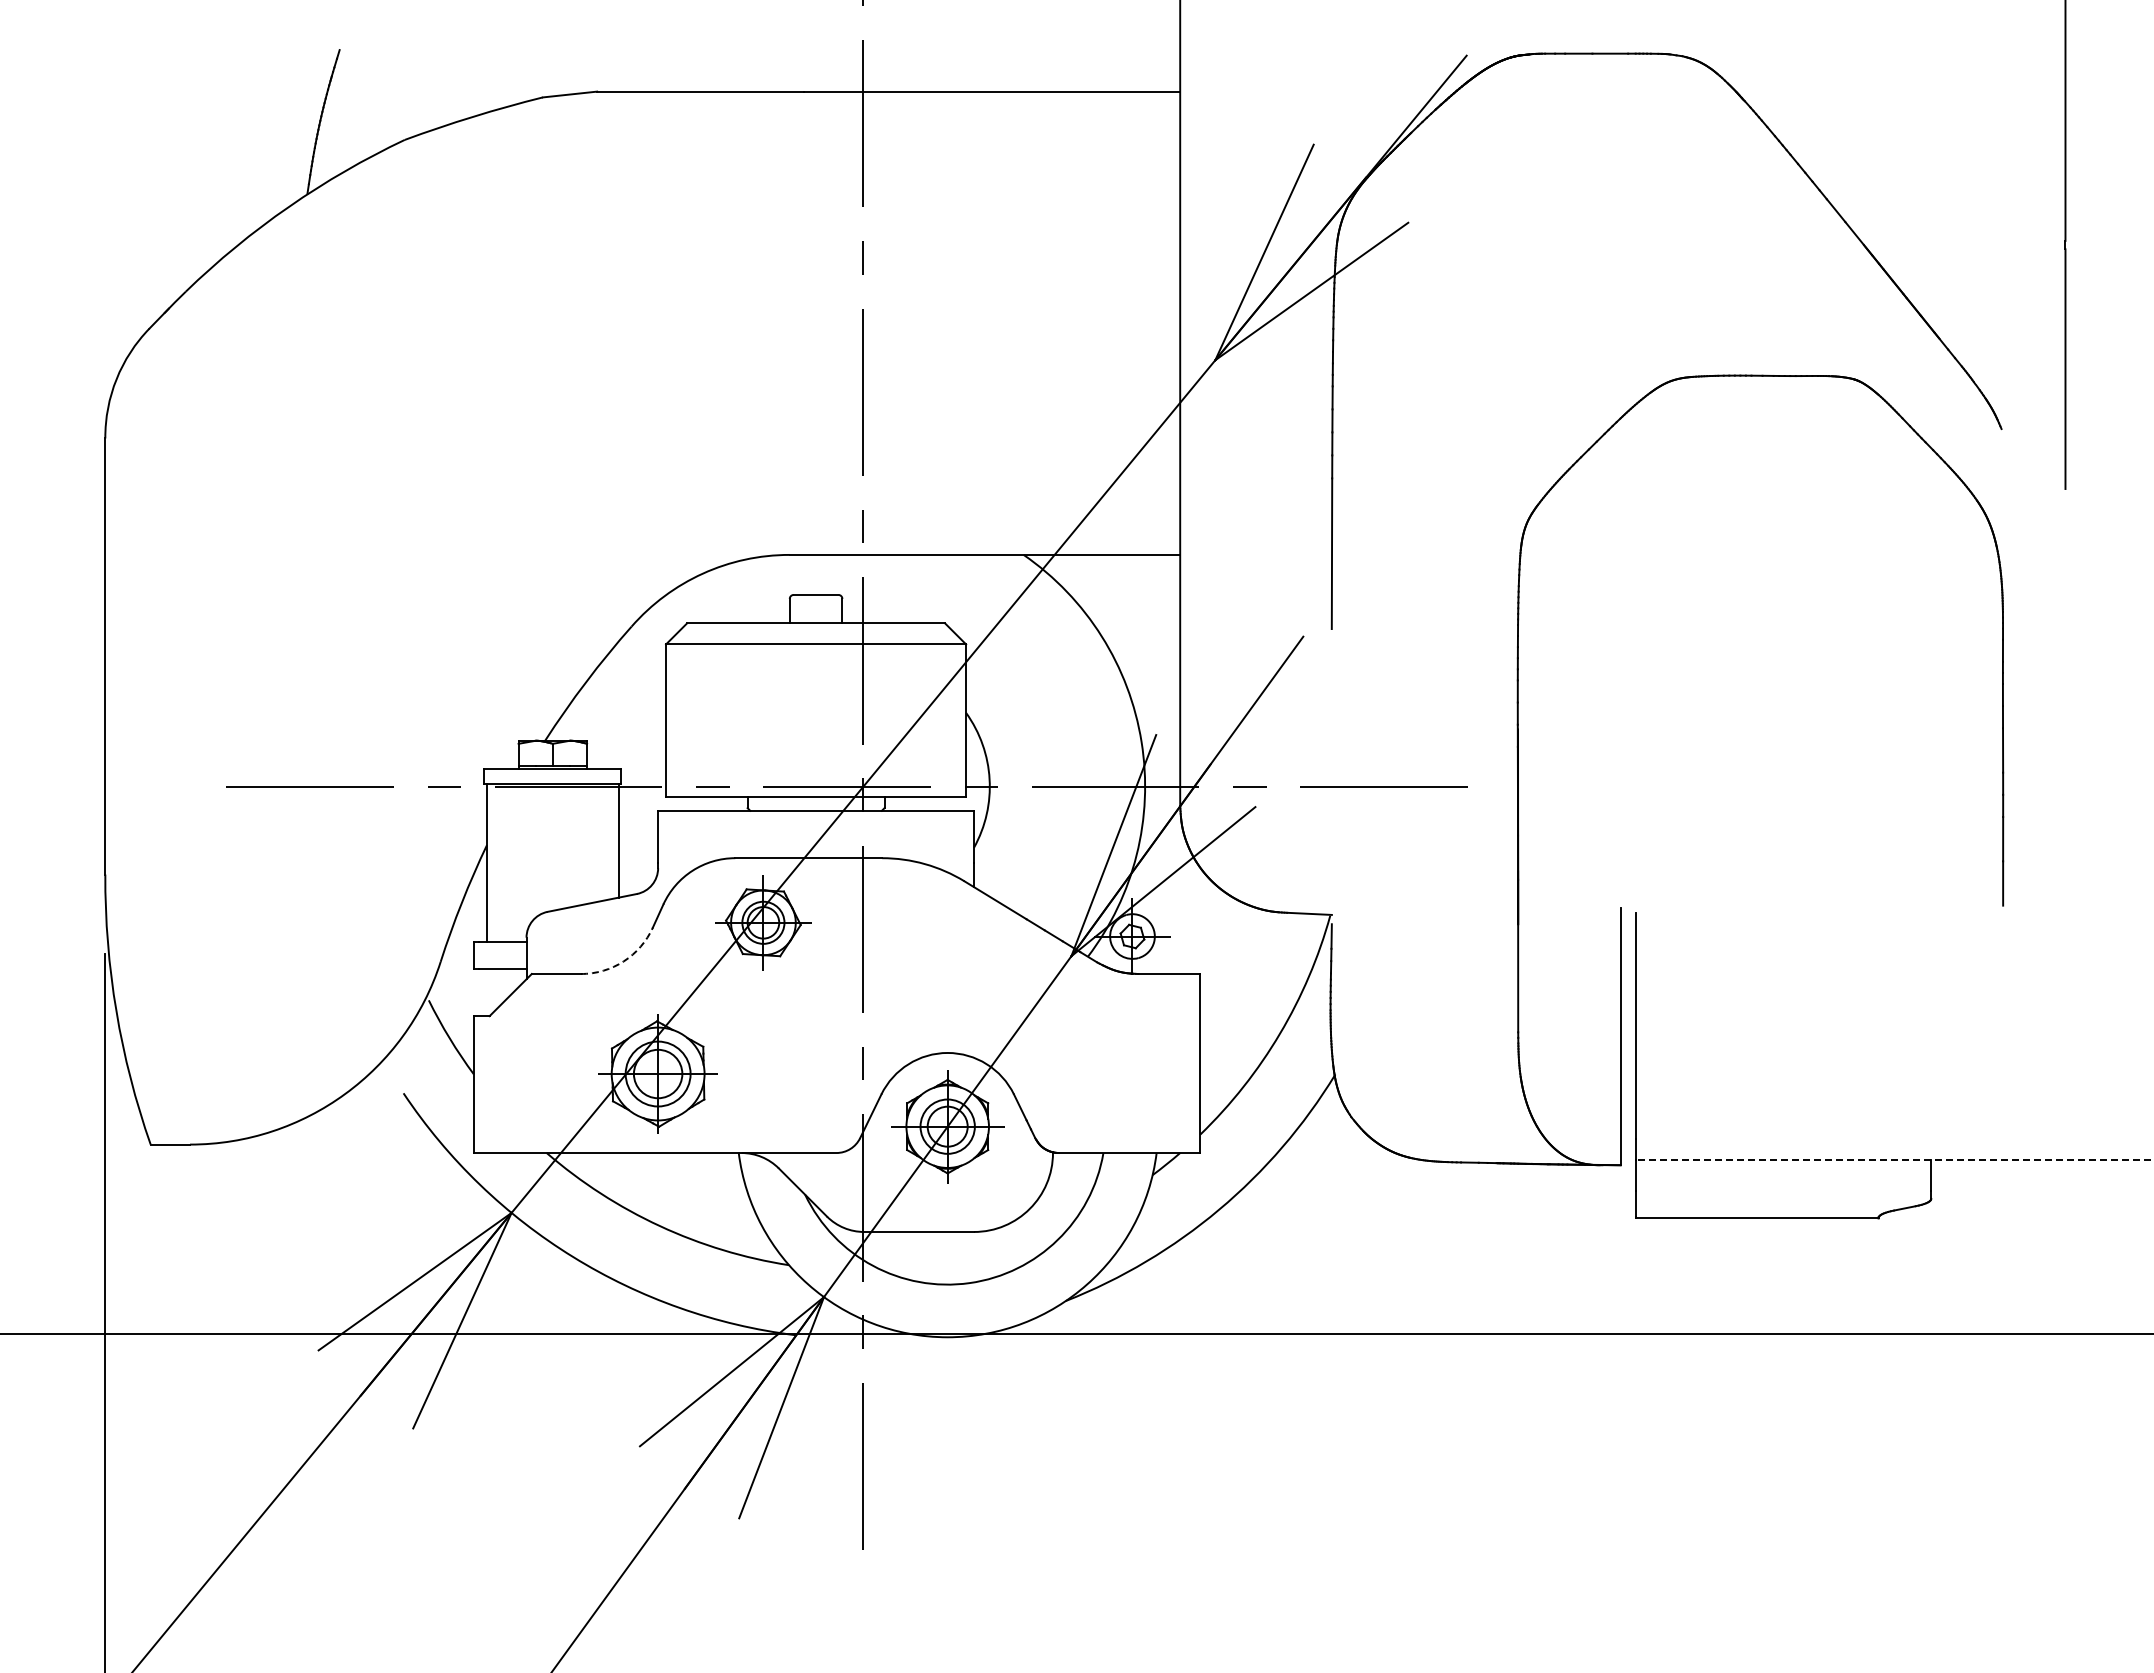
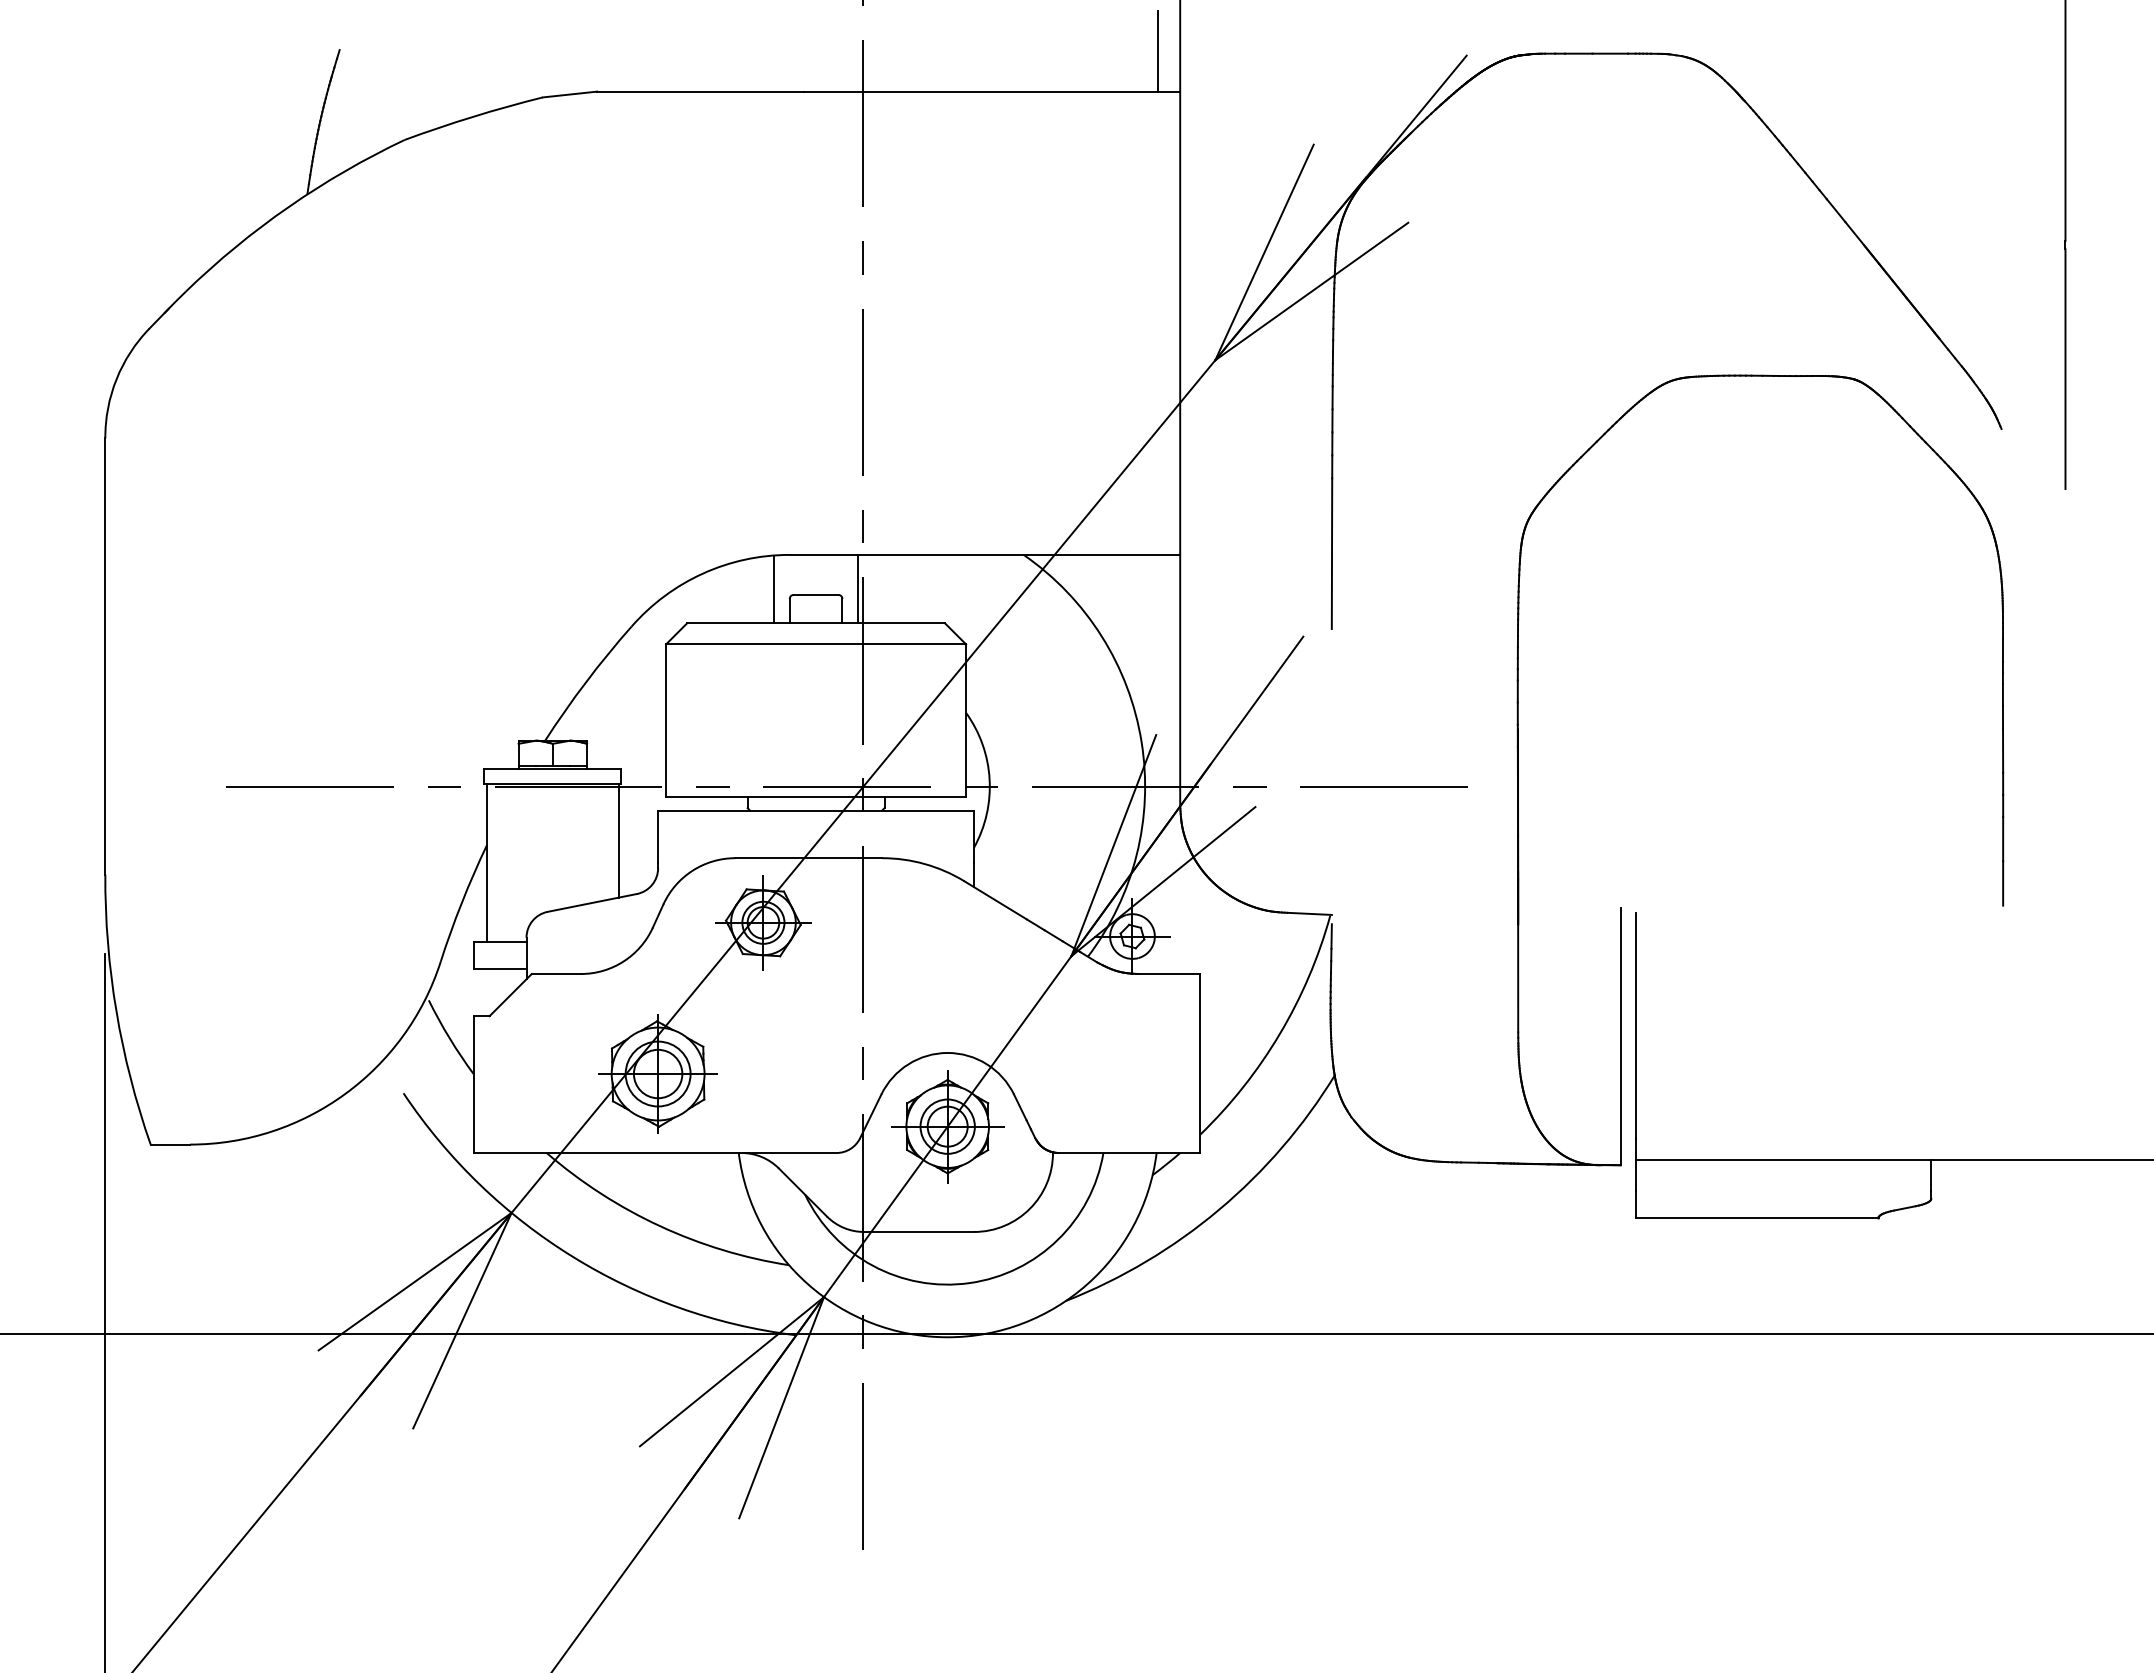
line at (1158, 50): none -> present
line at (858, 588): none -> present
line at (773, 589): none -> present
arc at (623, 961): dashed -> solid
line at (1894, 1160): dashed -> solid
